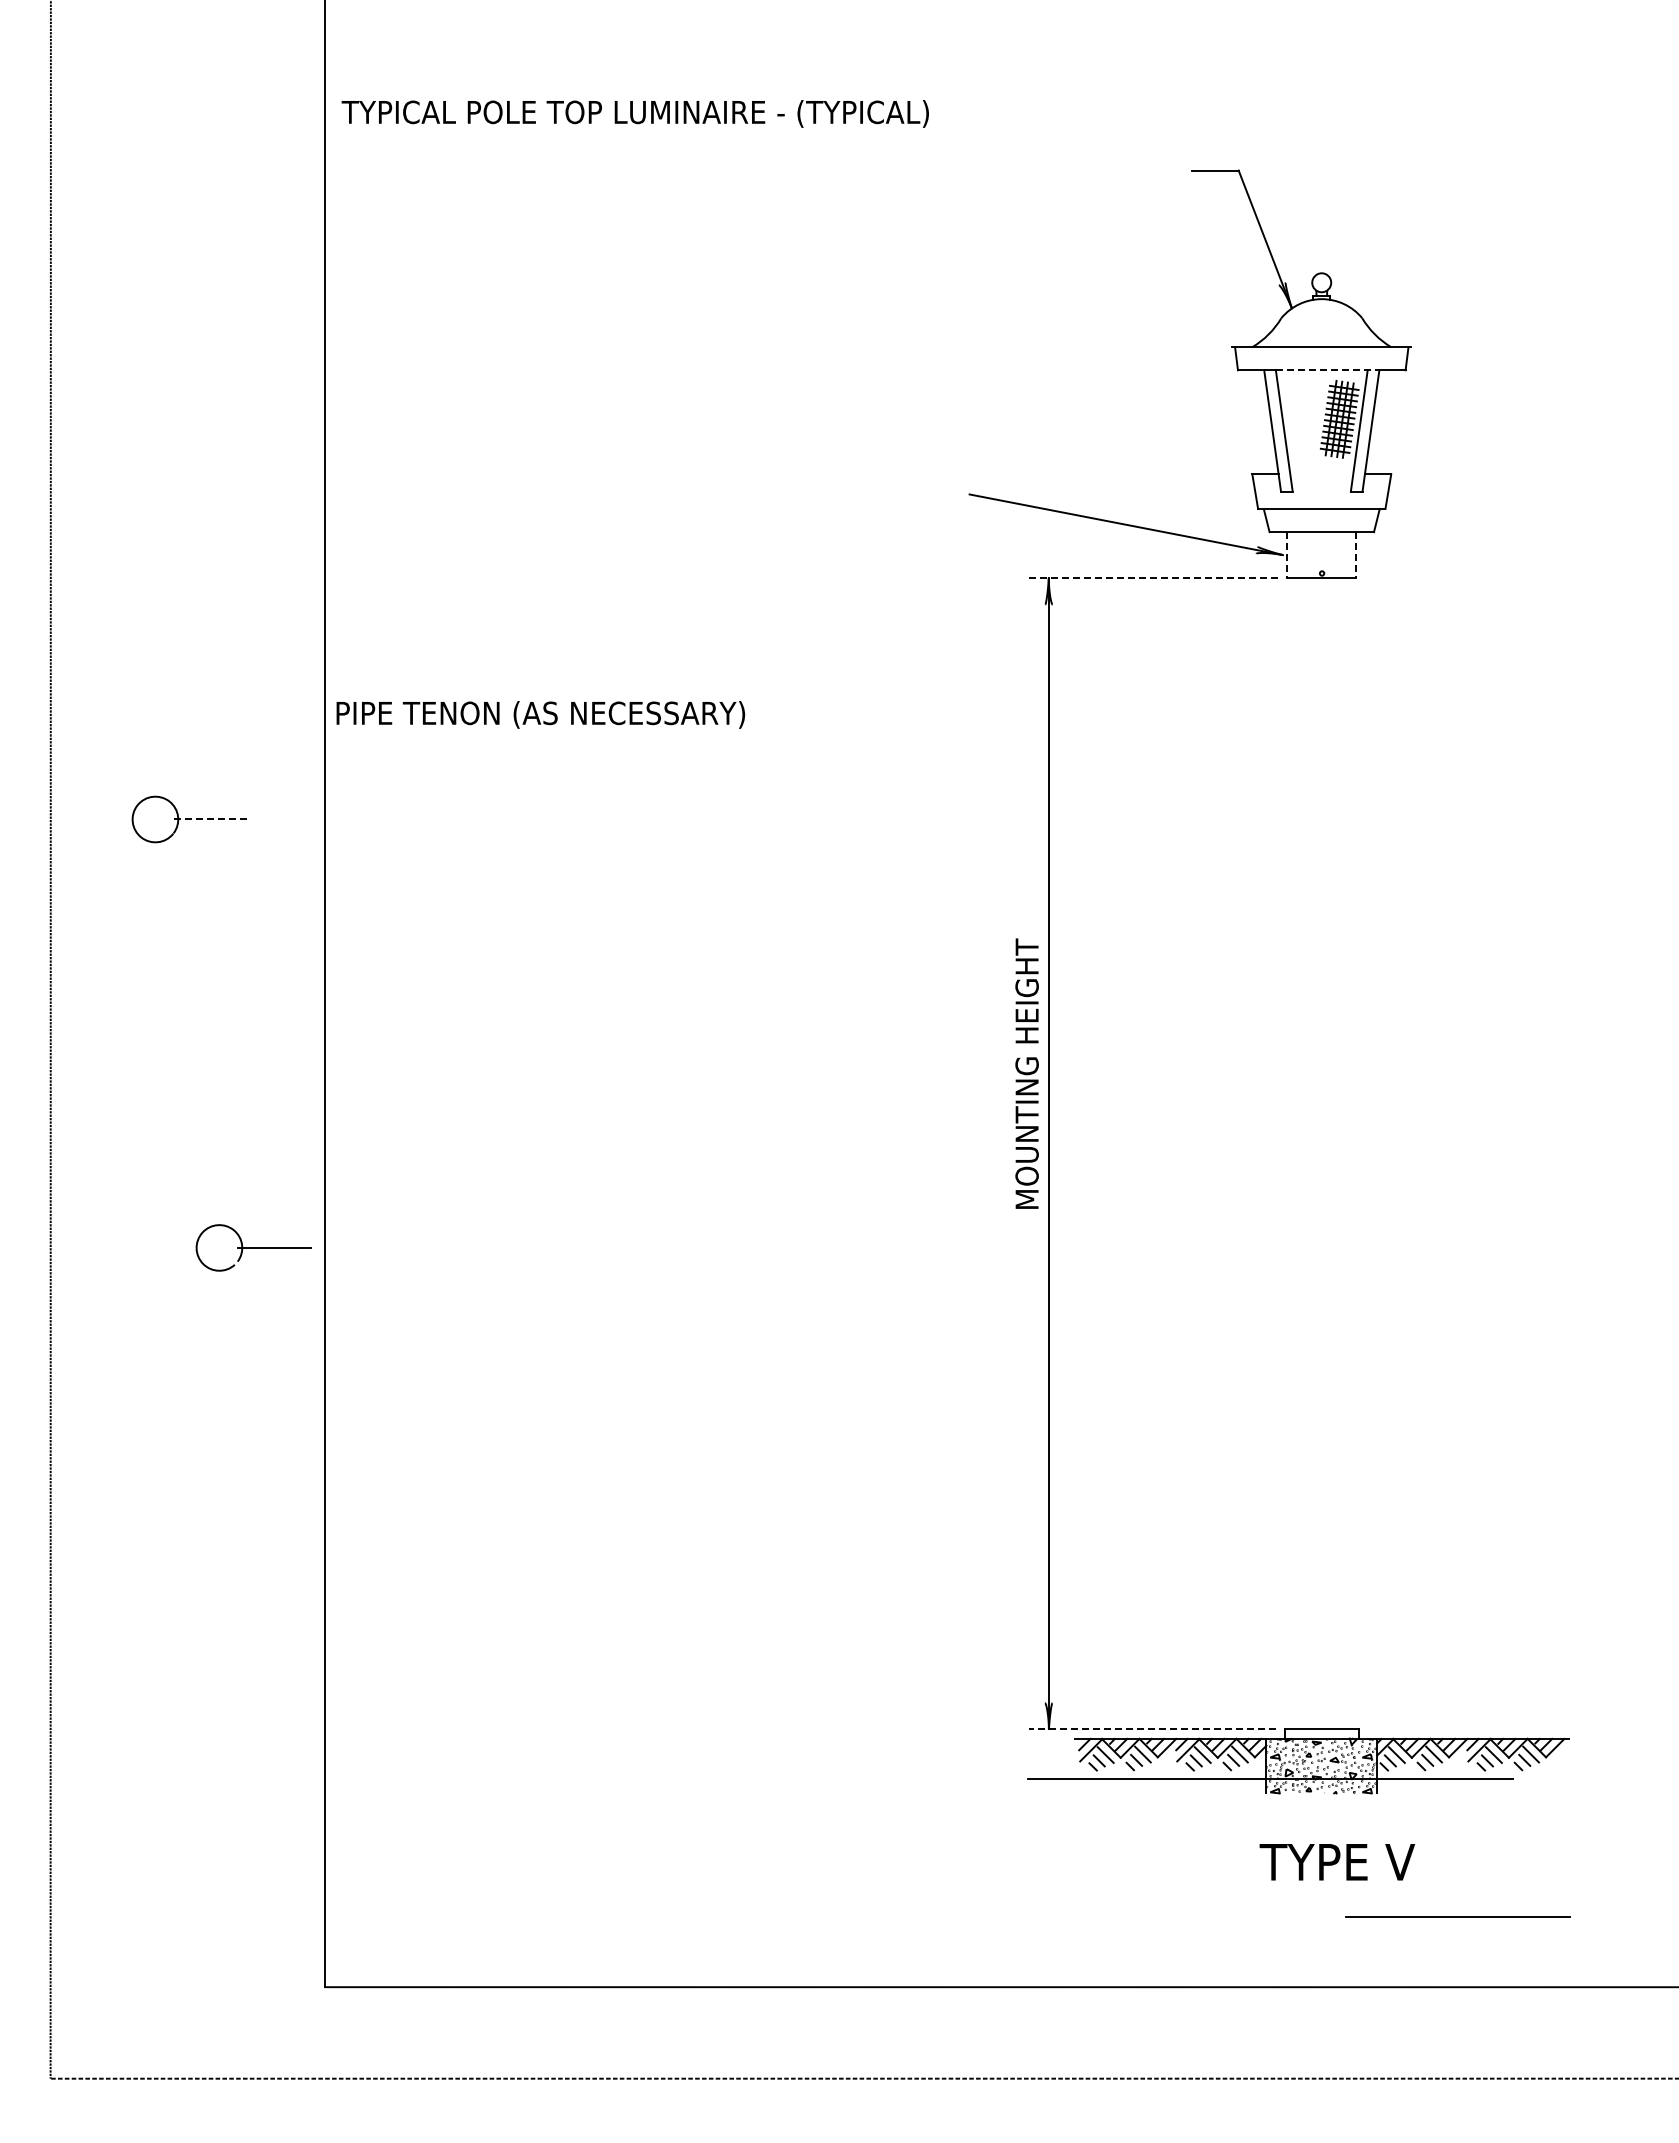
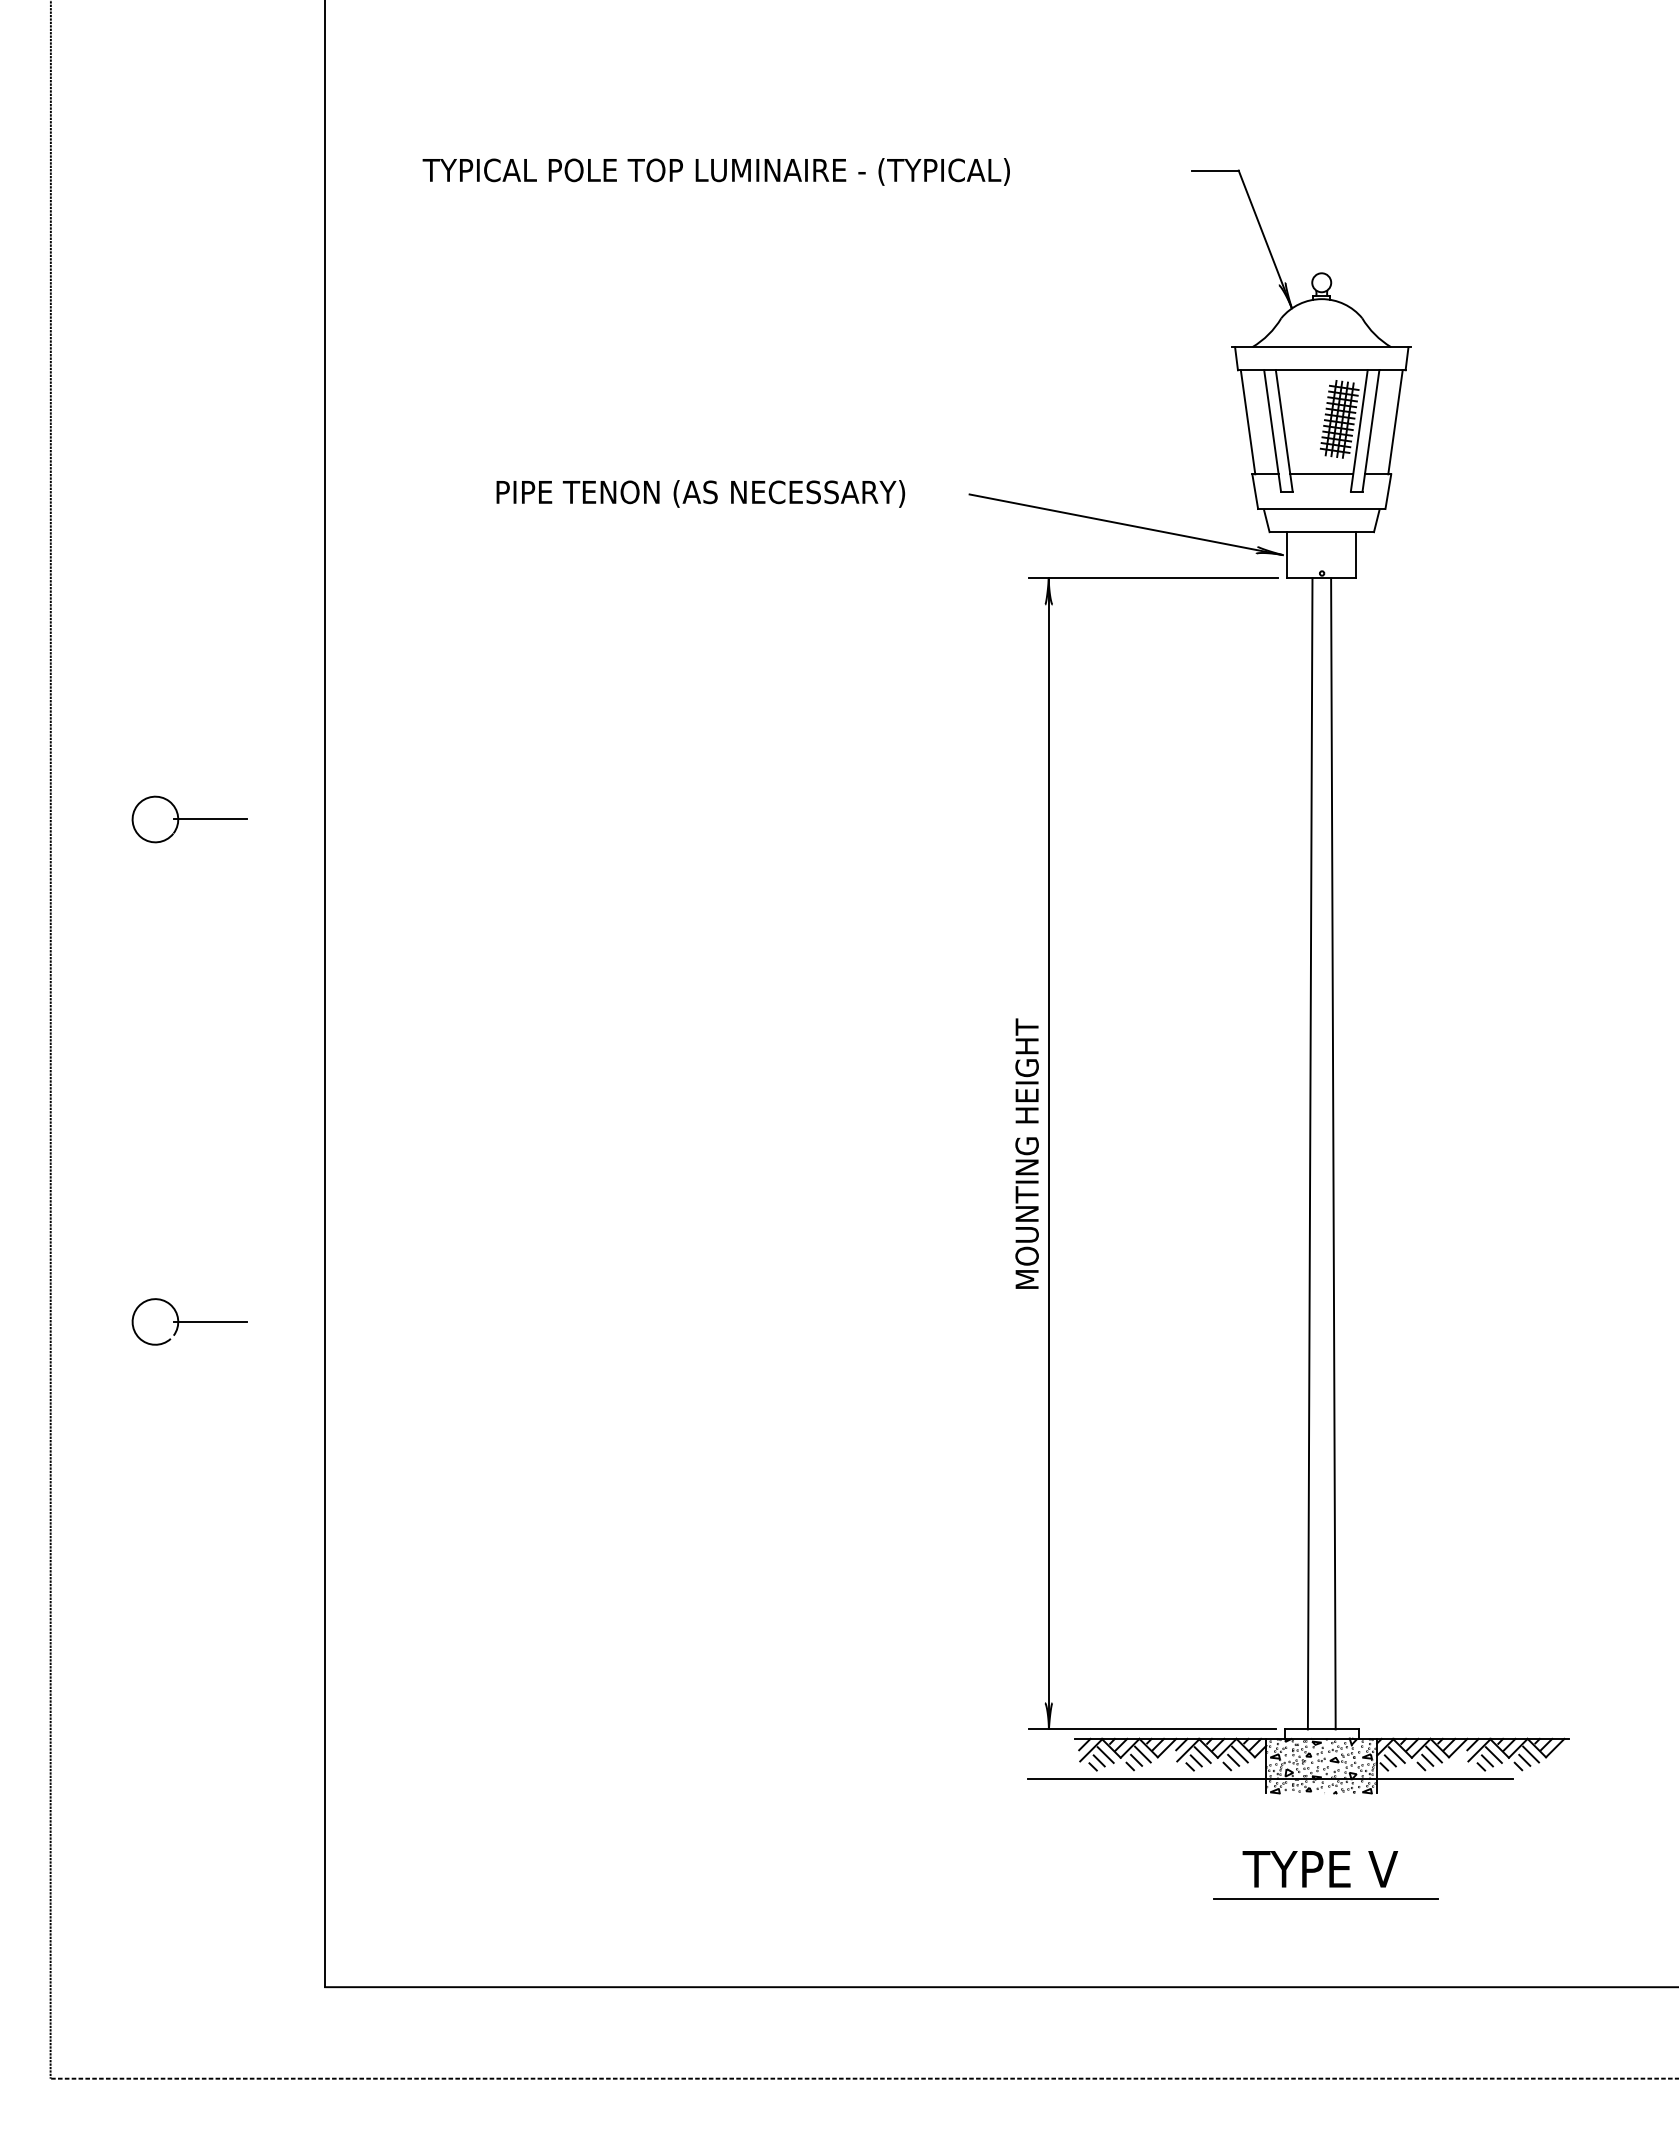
text at (634, 113) position: (634, 113) -> (715, 171)
line at (1327, 370): dashed -> solid
line at (1247, 422): none -> present
line at (1395, 422): none -> present
line at (1321, 474): none -> present
line at (1287, 555): dashed -> solid
line at (1356, 555): dashed -> solid
line at (1153, 578): dashed -> solid
text at (540, 714) position: (540, 714) -> (700, 493)
line at (210, 819): dashed -> solid
text at (1026, 1073) position: (1026, 1073) -> (1026, 1153)
line at (1309, 1153): none -> present
line at (1333, 1153): none -> present
part at (253, 1247) position: (253, 1247) -> (189, 1321)
line at (1151, 1729): dashed -> solid
text at (1337, 1862) position: (1337, 1862) -> (1320, 1869)
line at (1457, 1916) position: (1457, 1916) -> (1325, 1898)
